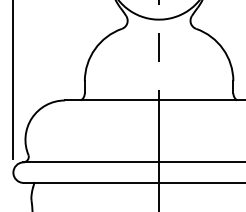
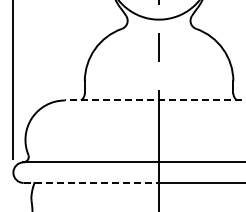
line at (154, 100): solid -> dashed
line at (91, 182): solid -> dashed
